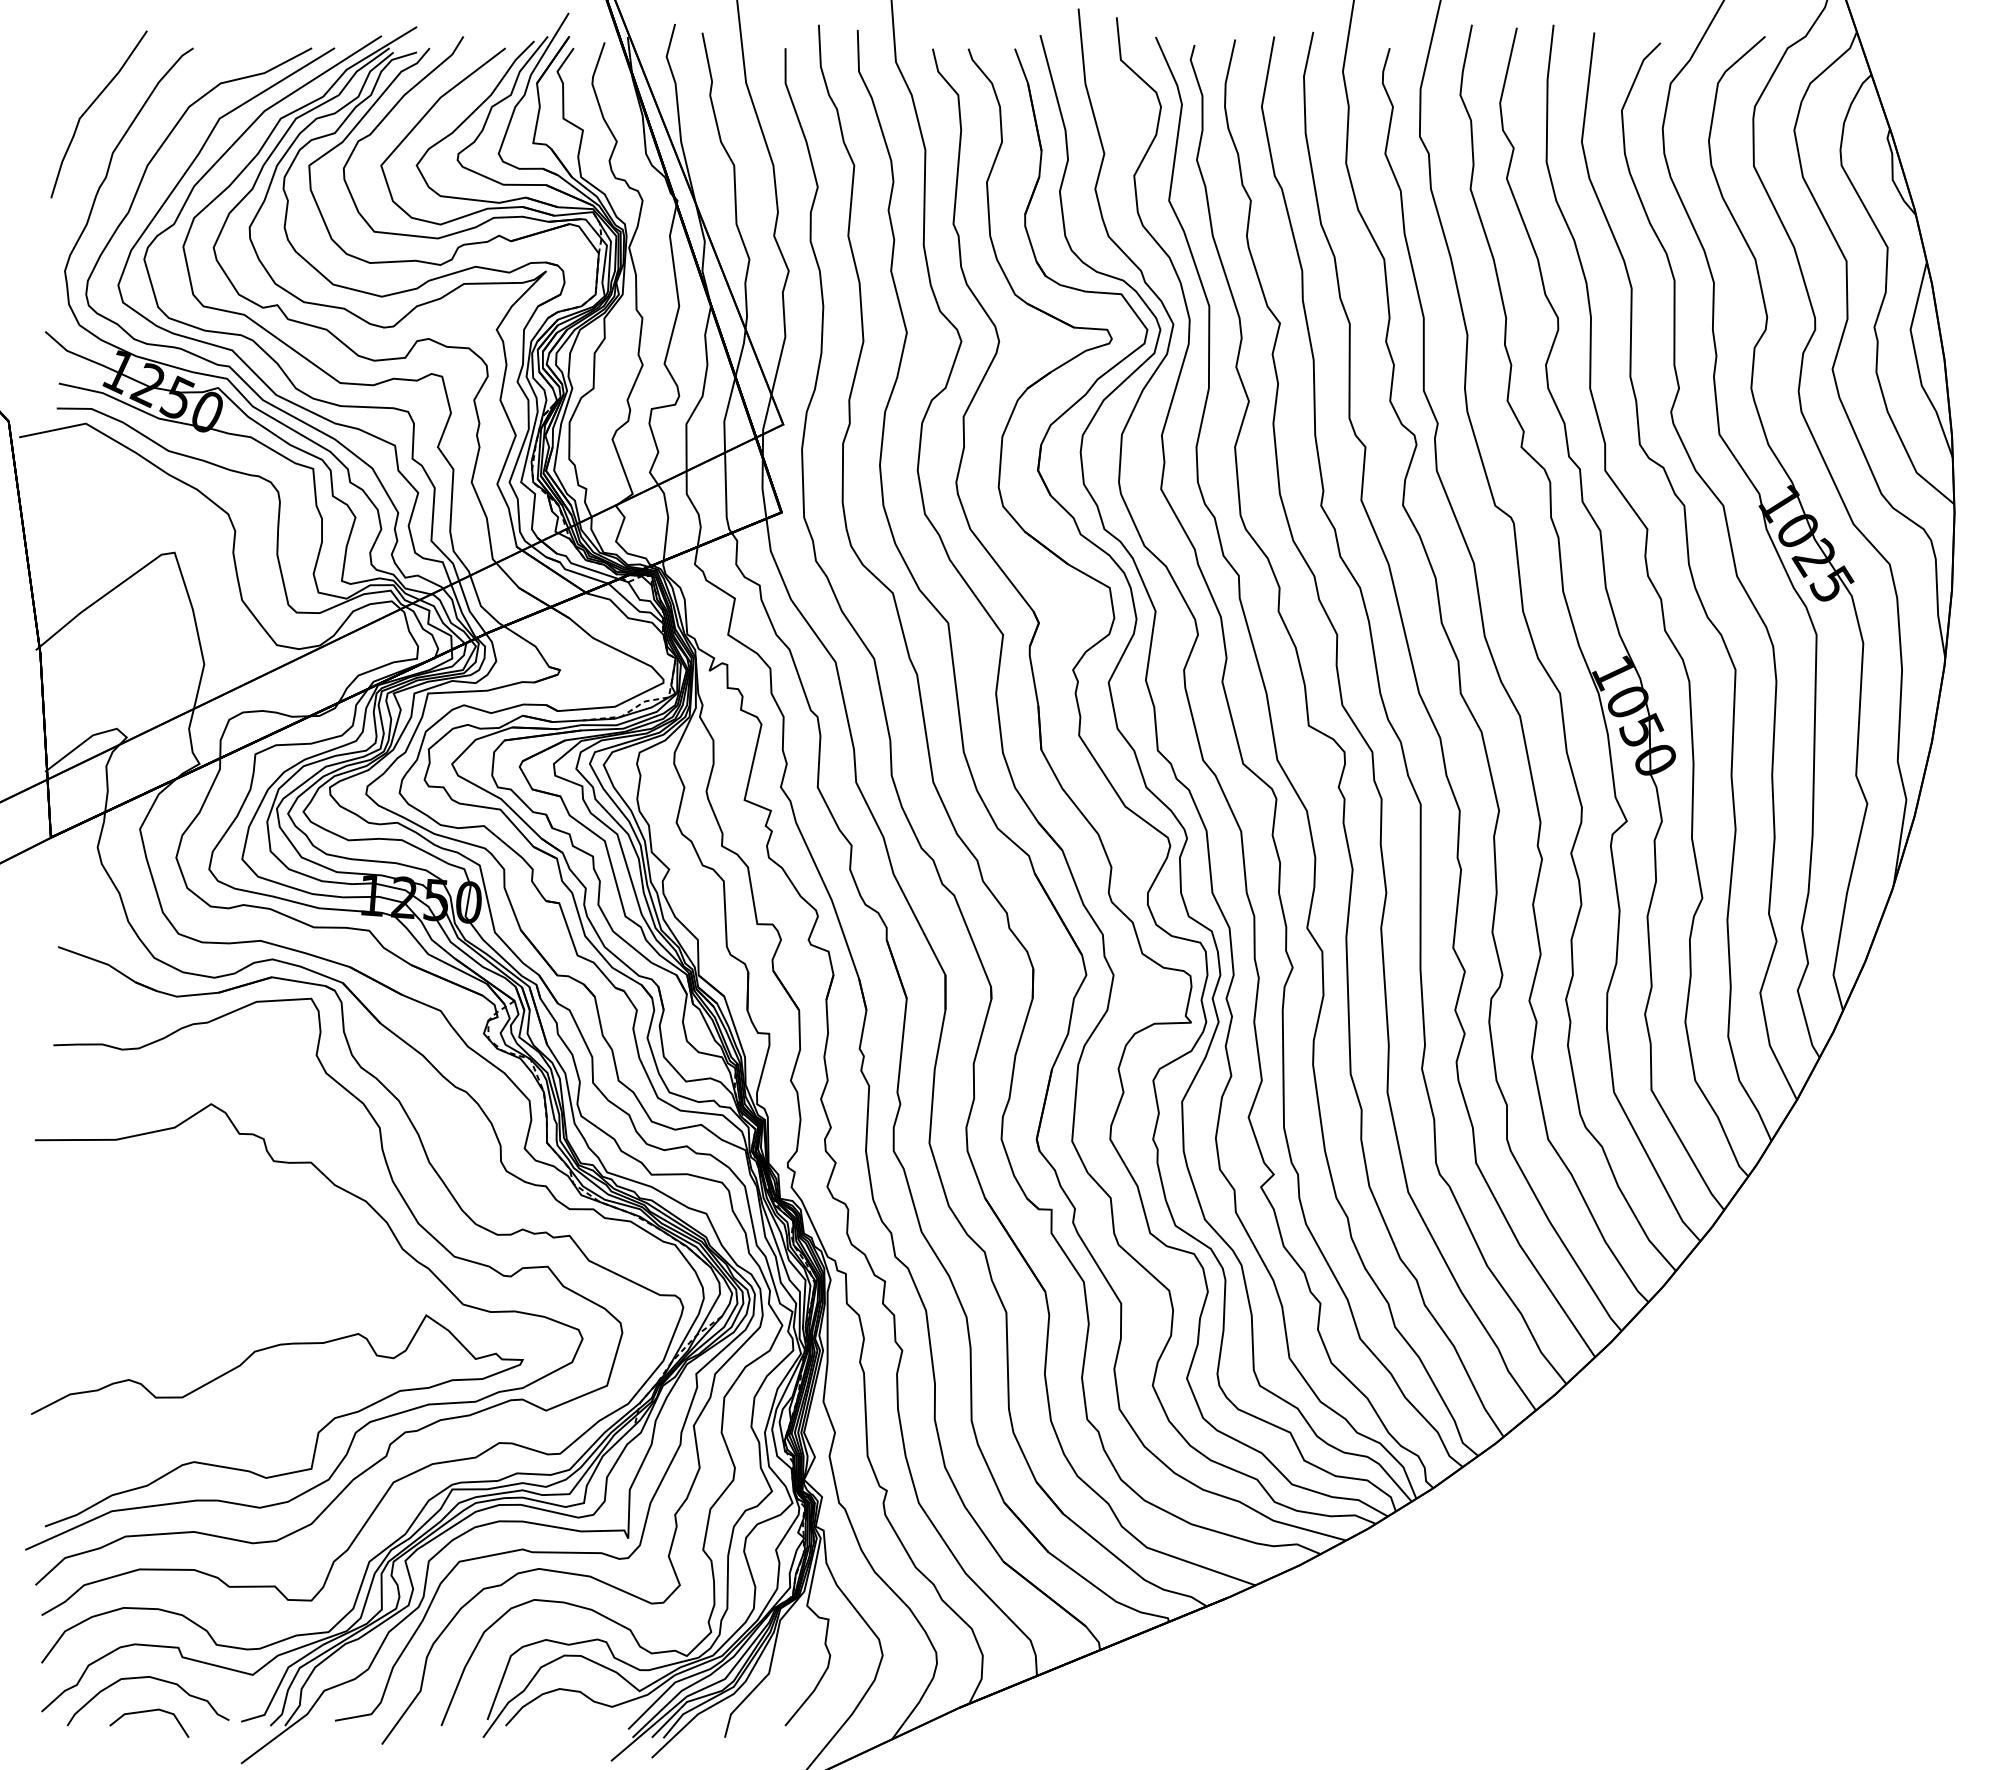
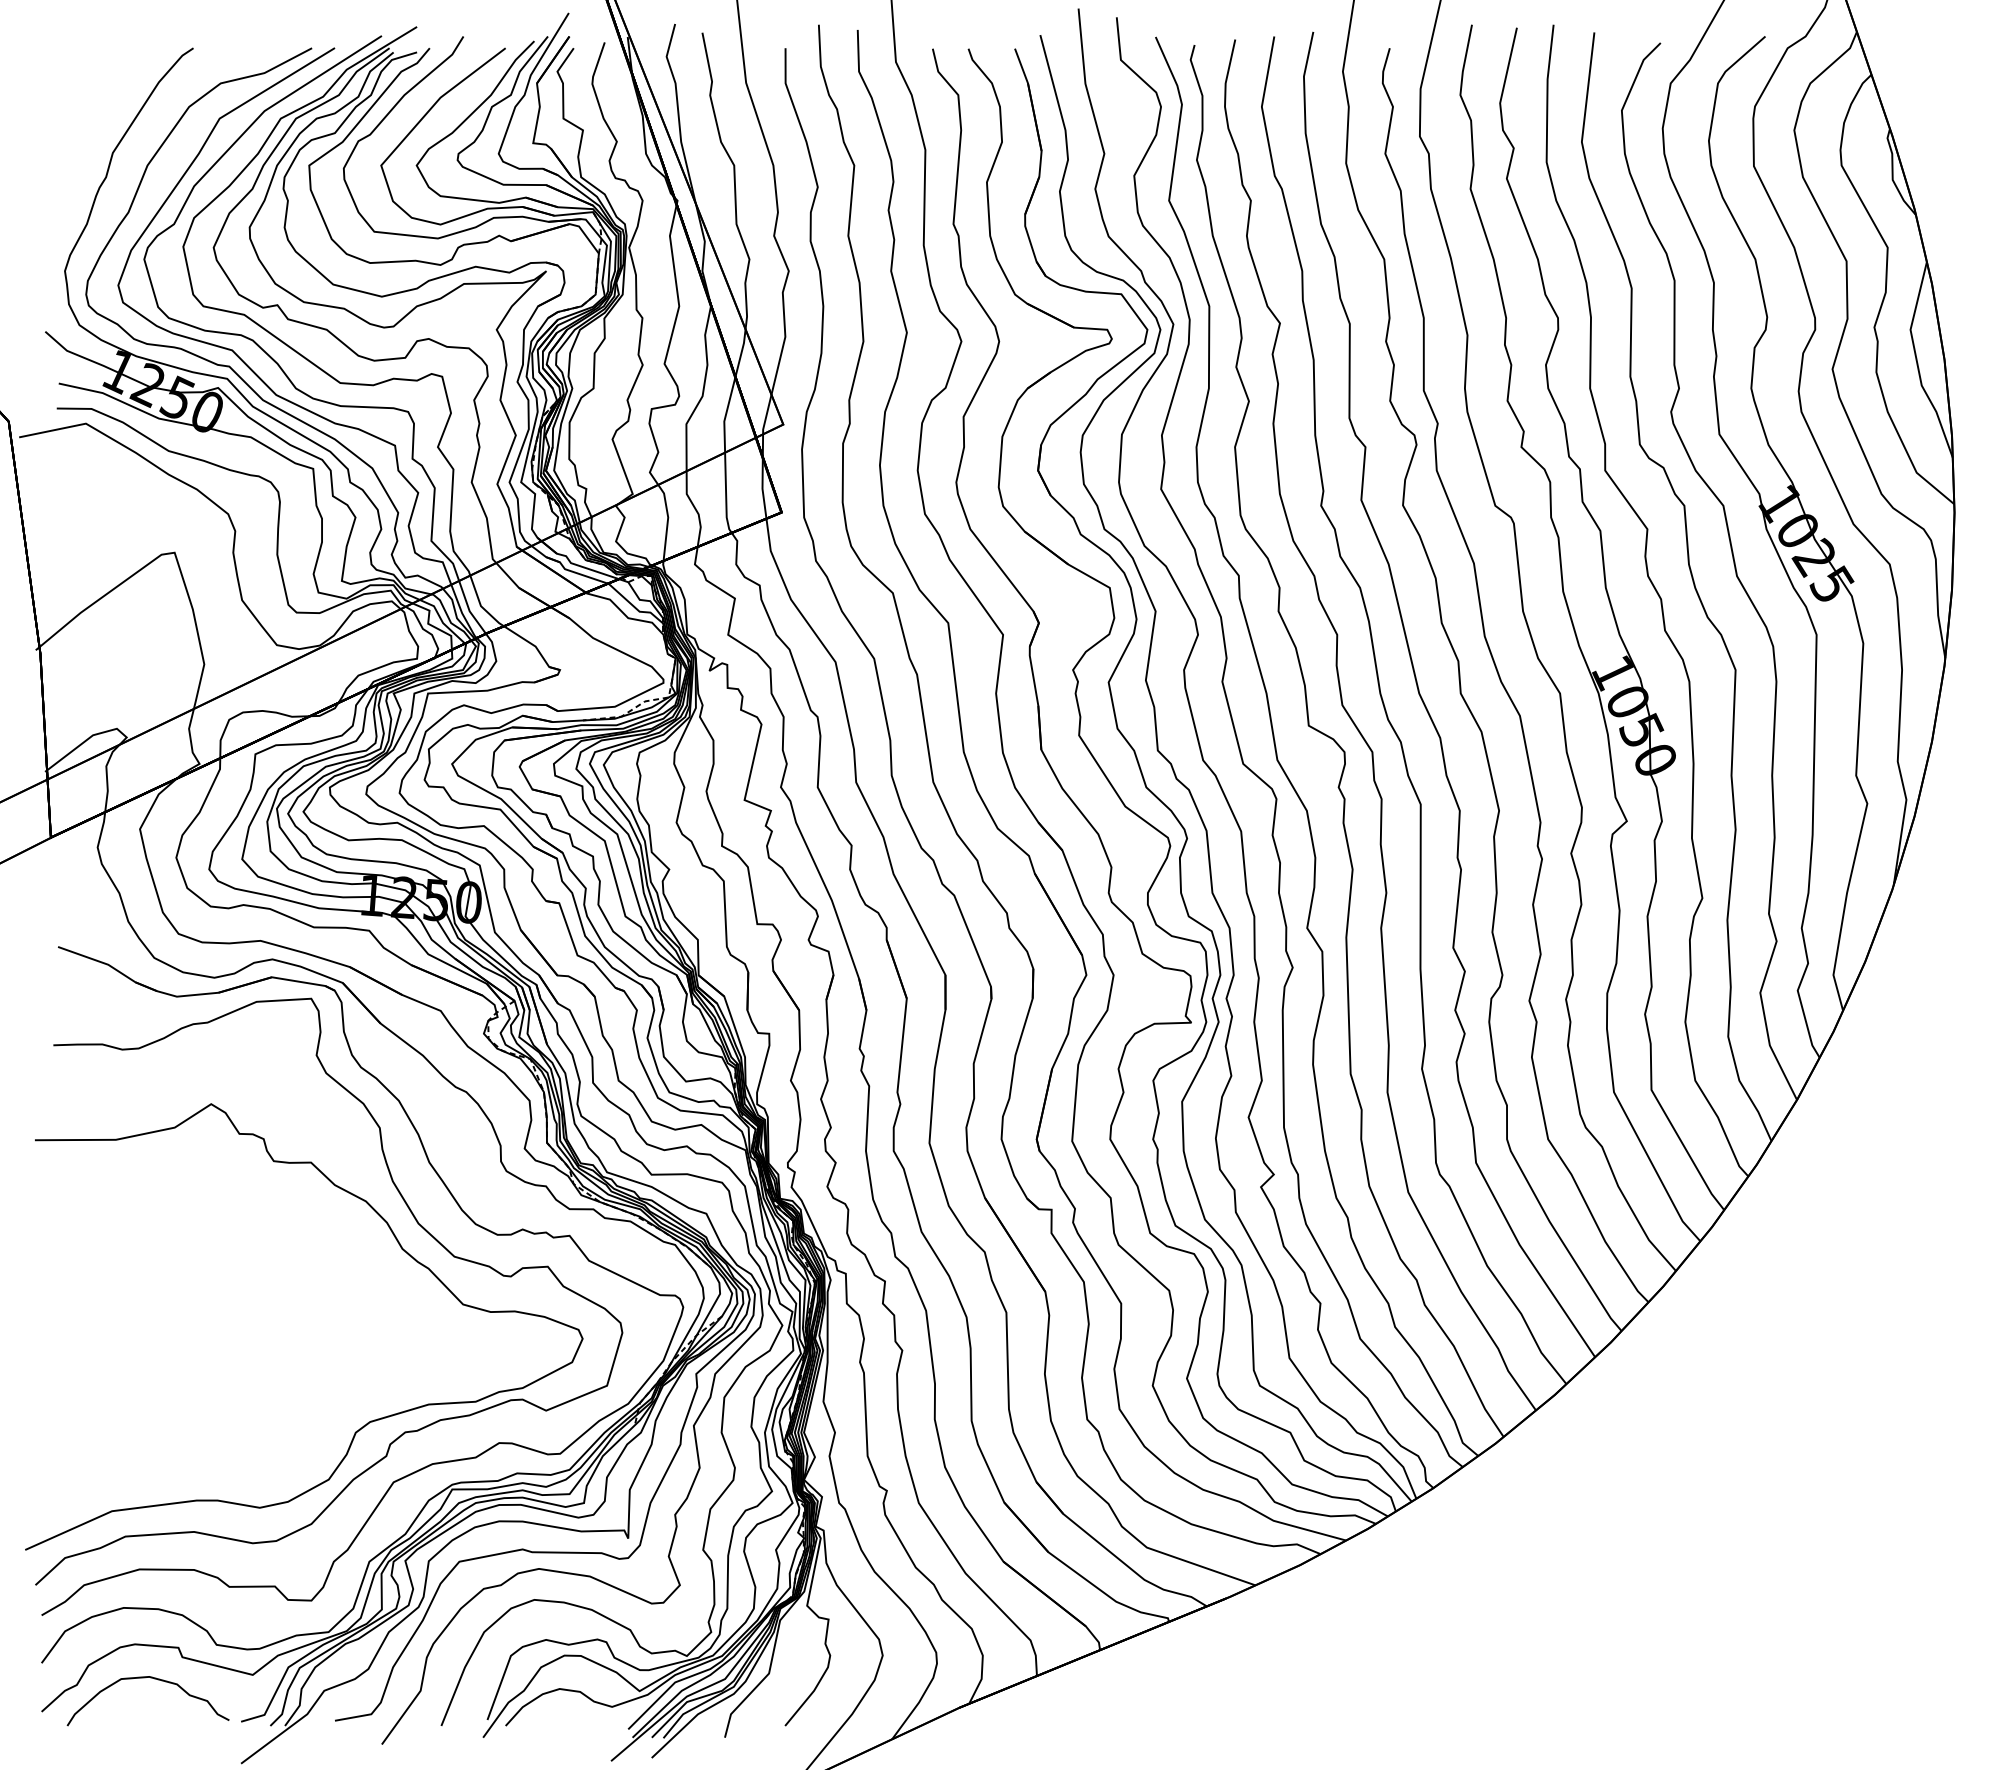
curve at (91, 106): present -> none
curve at (317, 1432): present -> none
line at (146, 1712): present -> none
